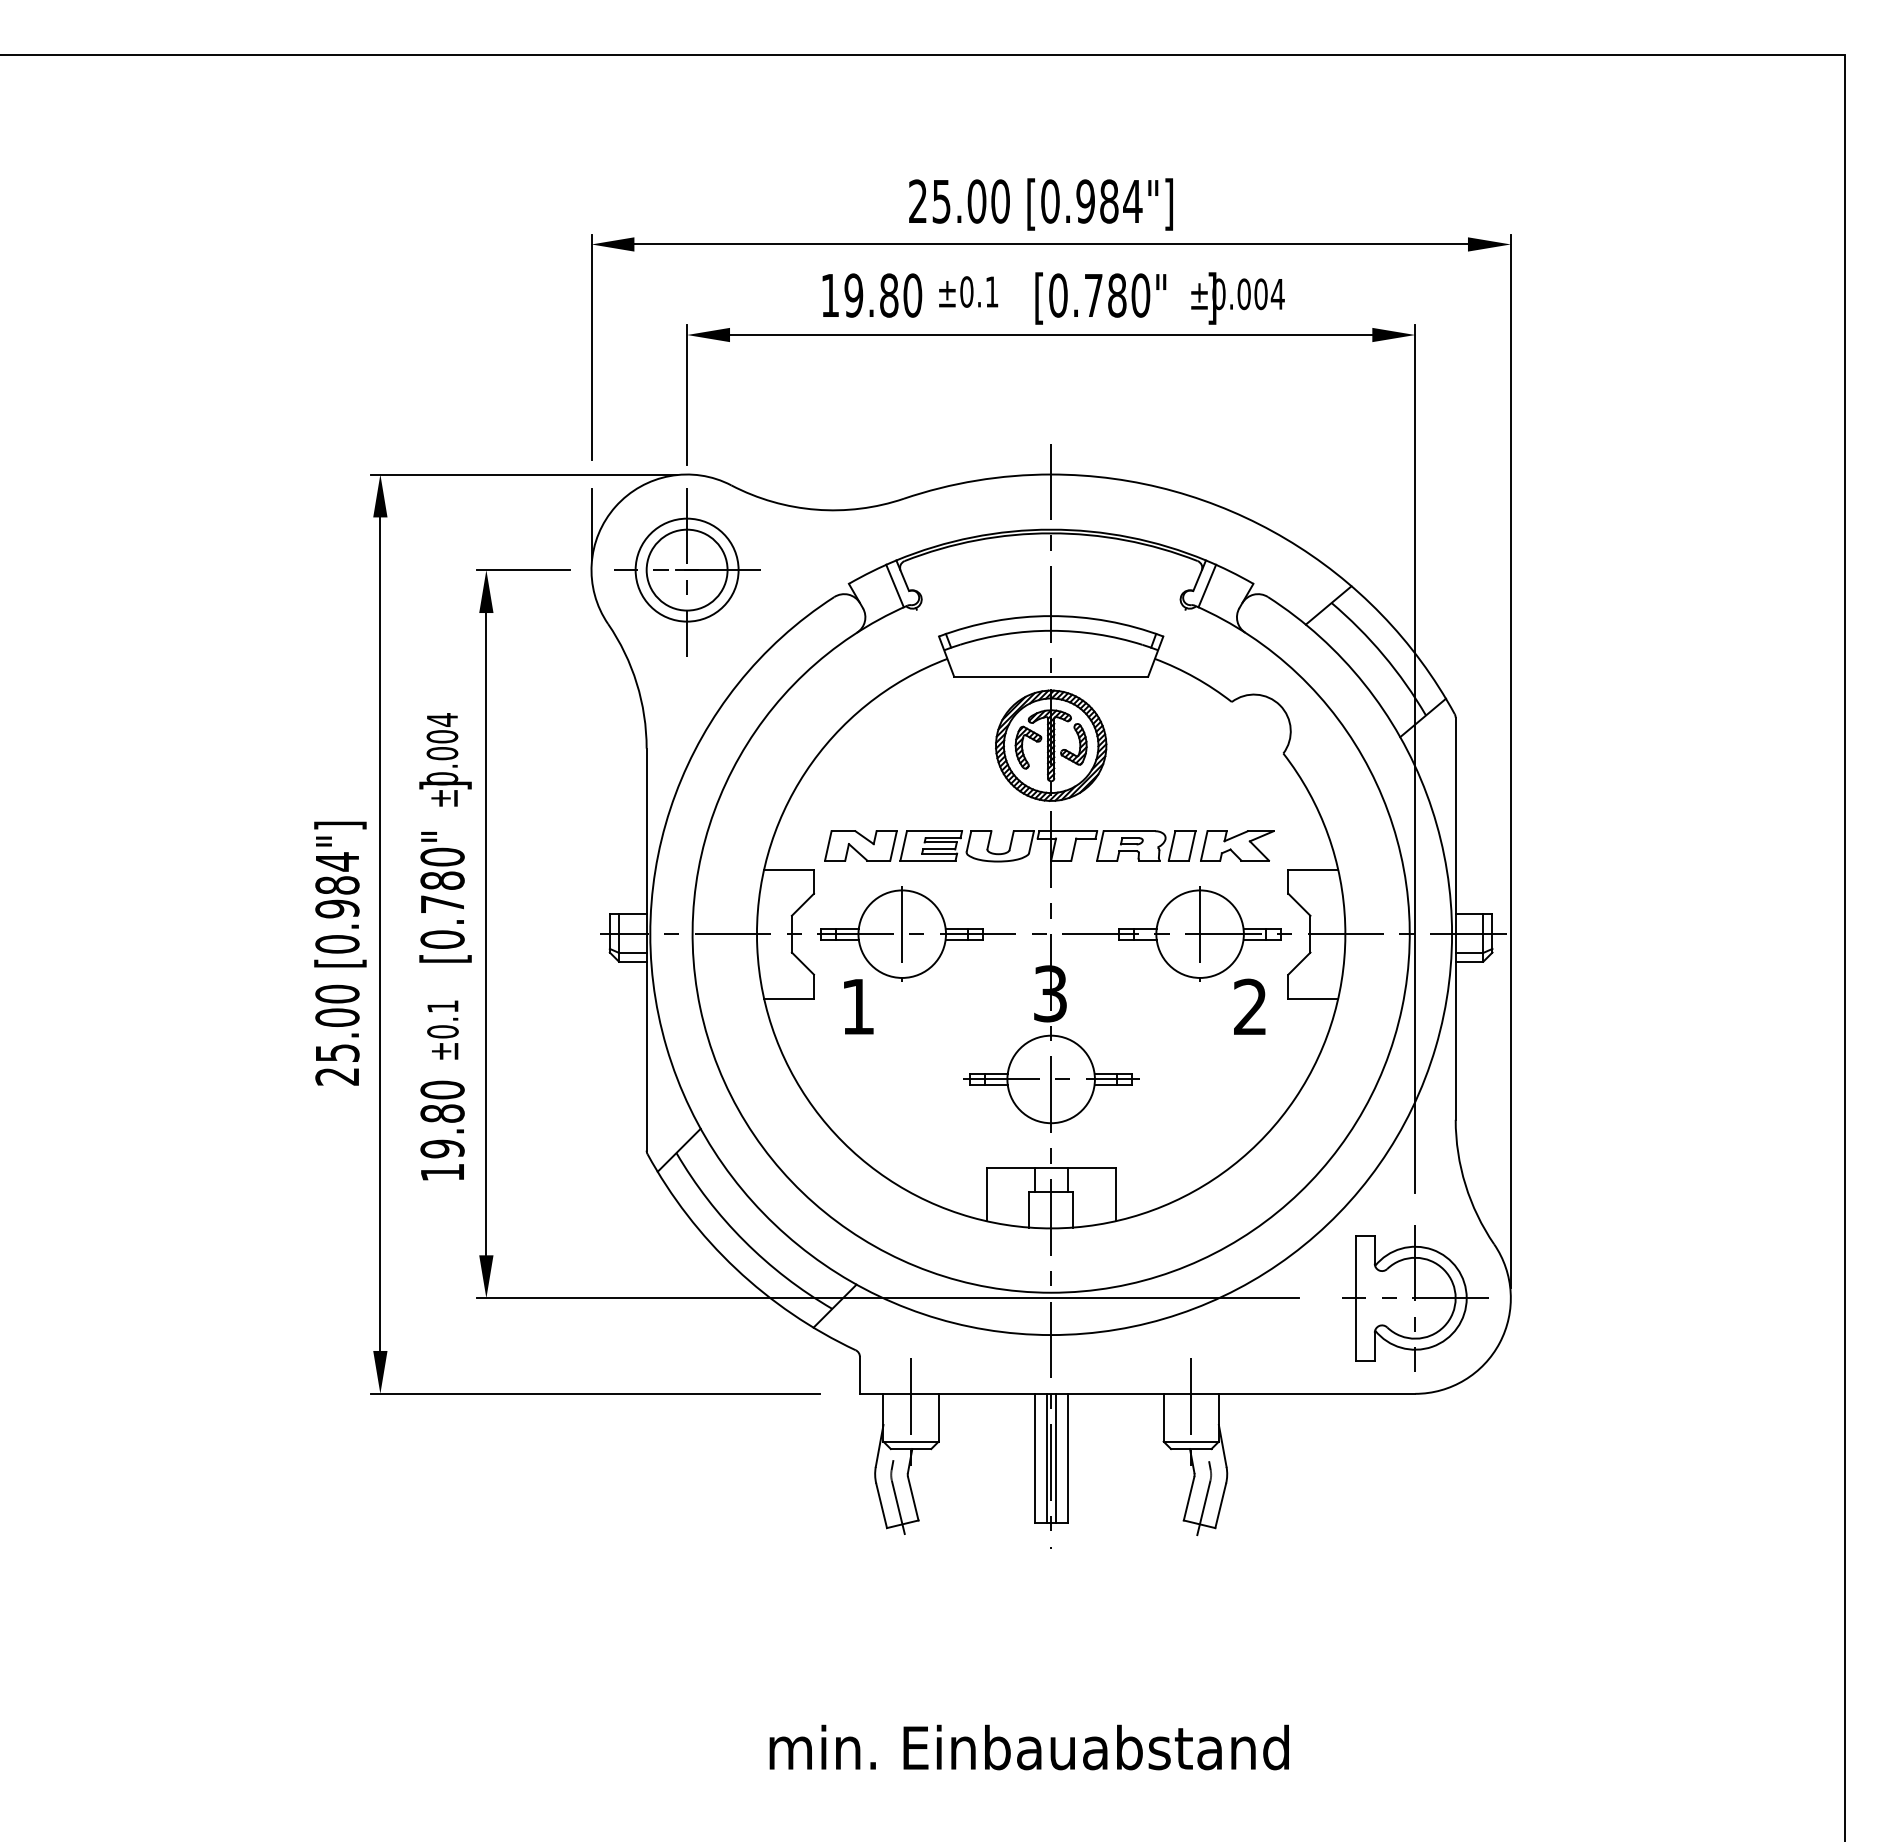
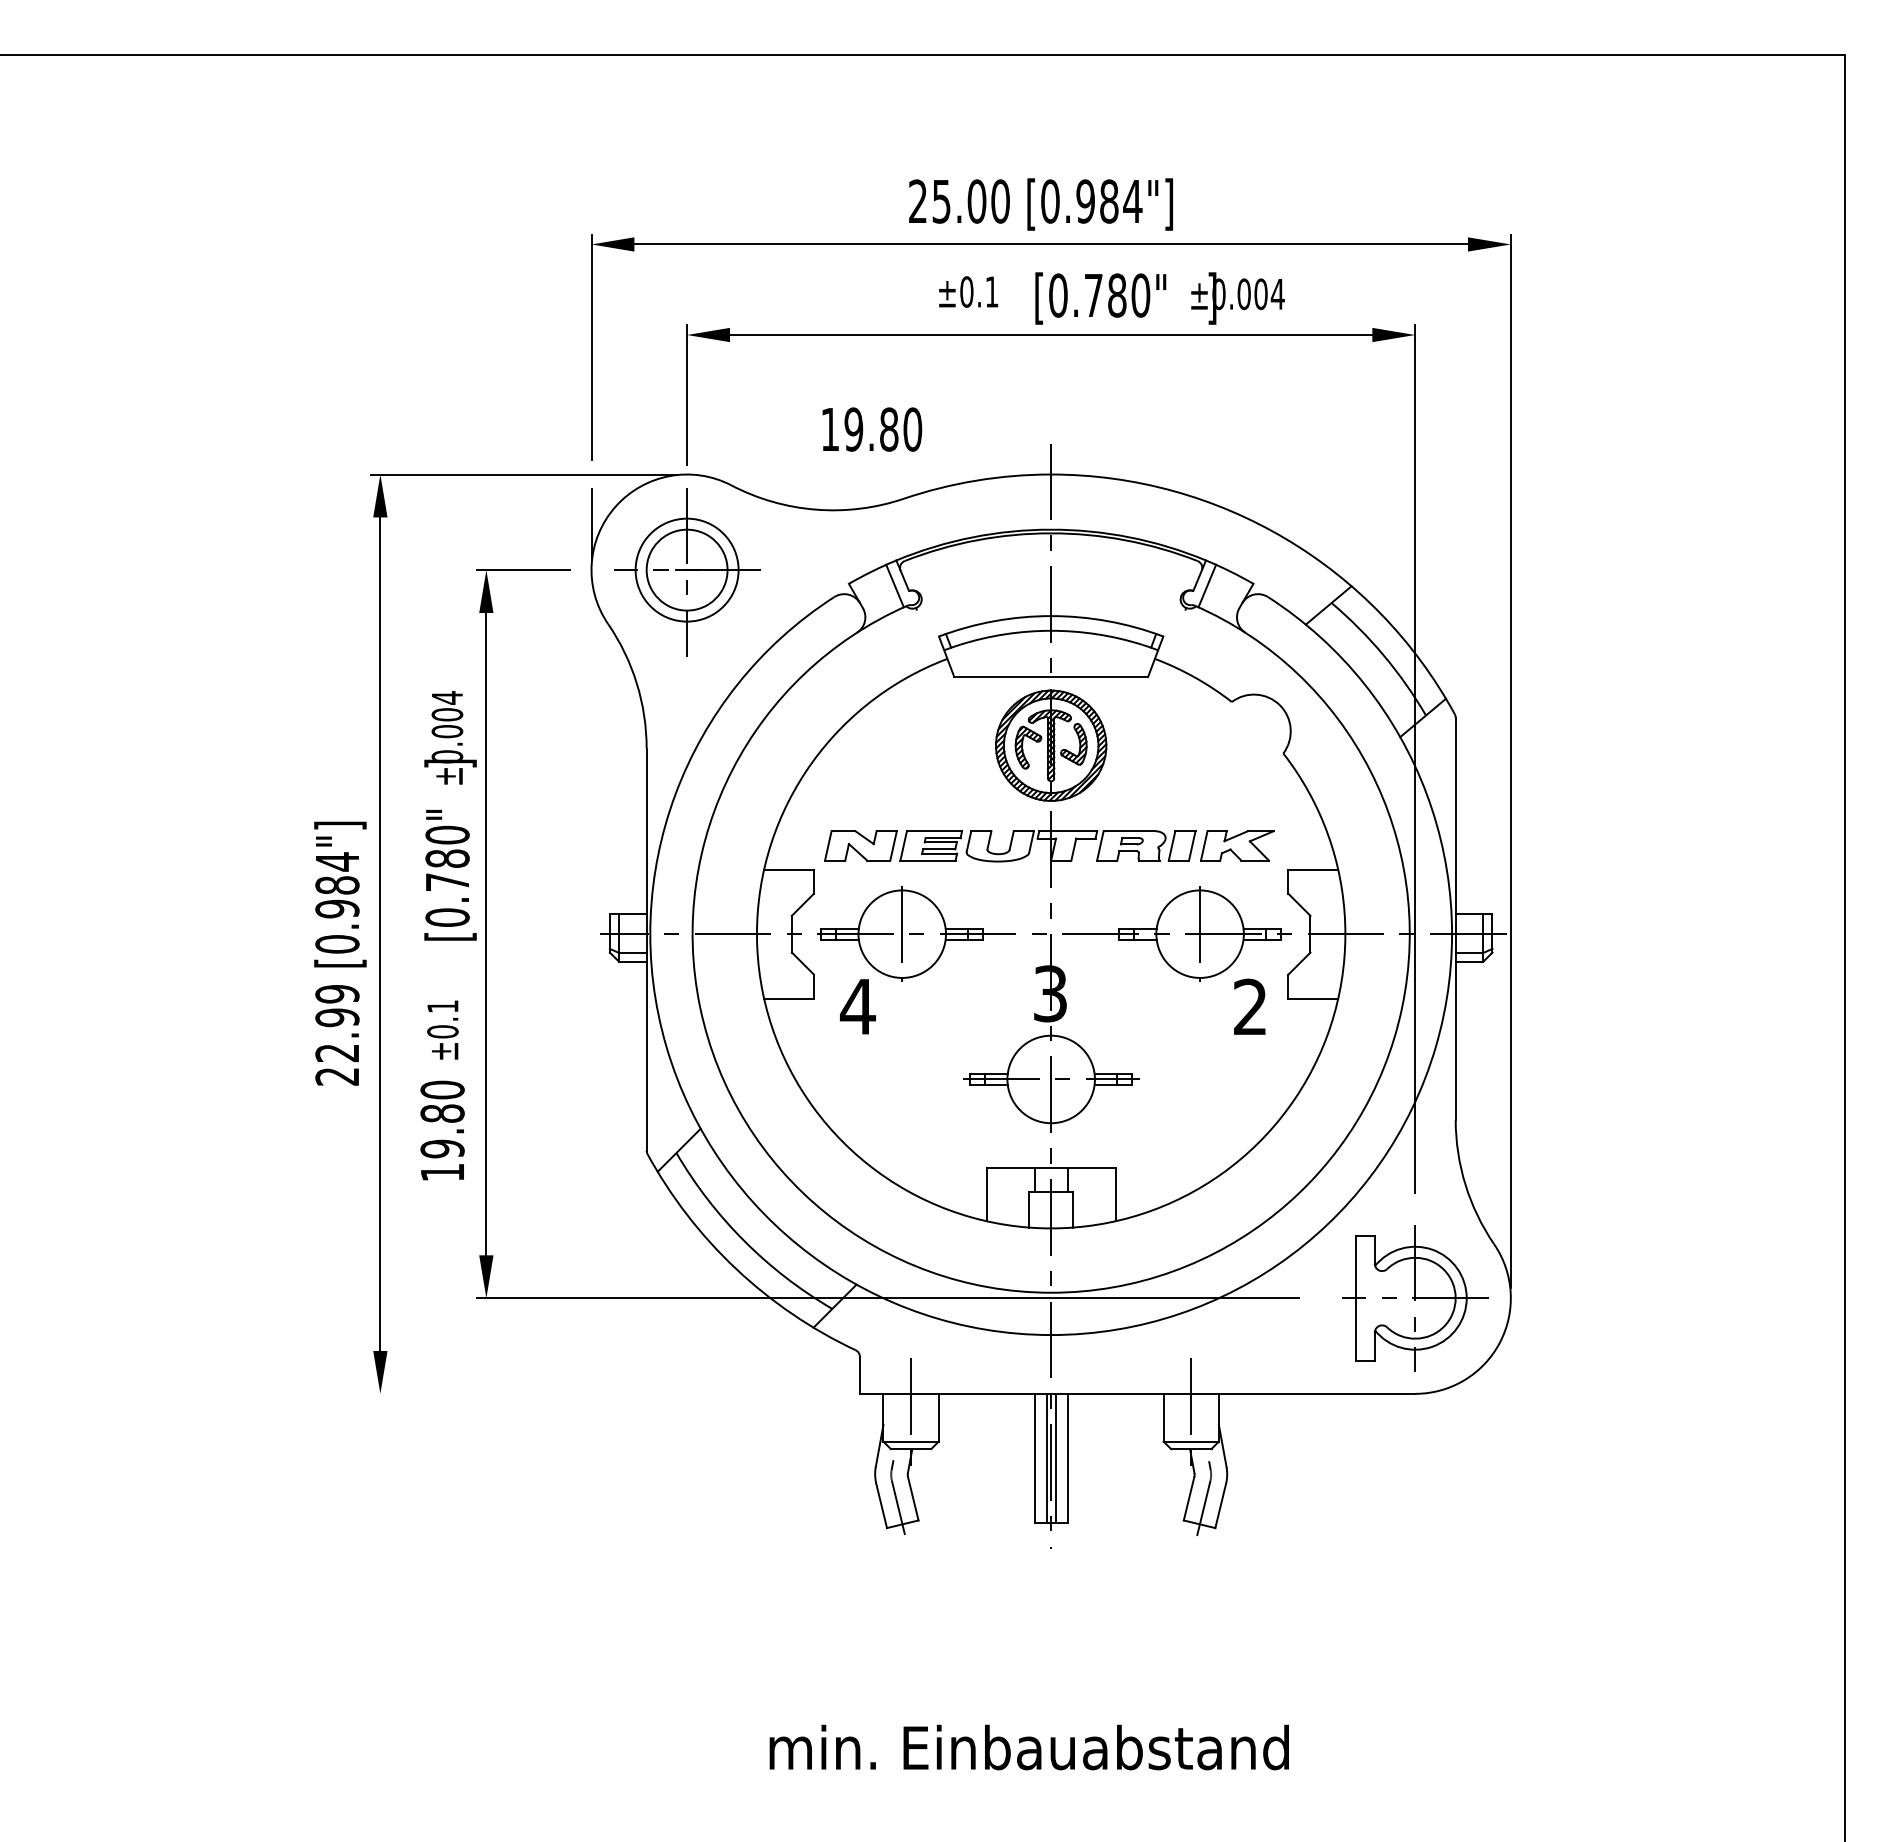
text at (872, 295) position: (872, 295) -> (872, 429)
text at (445, 837) position: (445, 837) -> (450, 815)
text at (857, 1006): 1 -> 4
text at (337, 1023): 25.00 -> 22.99
line at (594, 1393): present -> none
